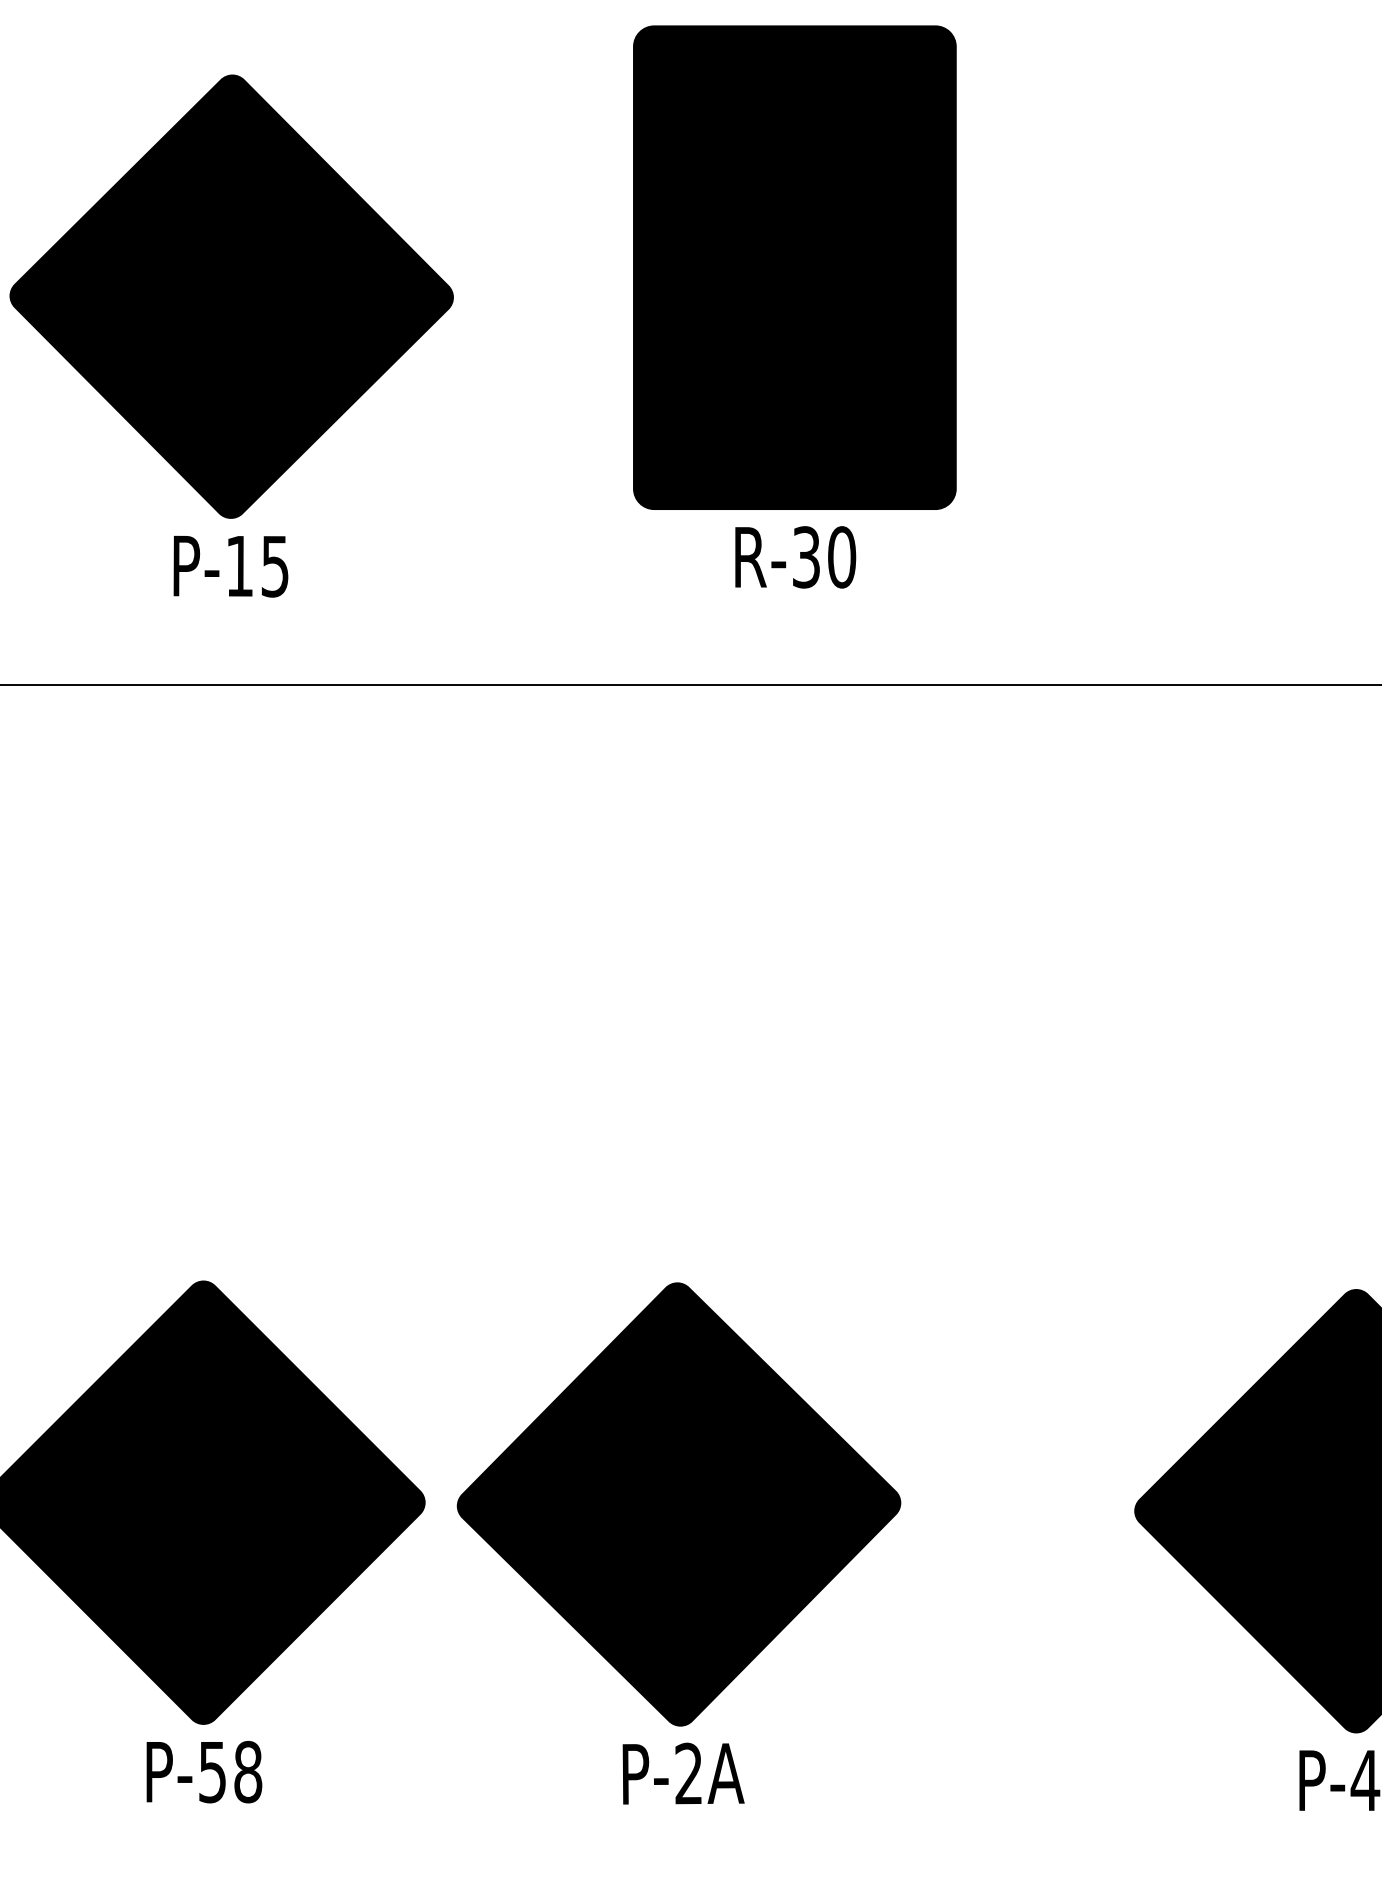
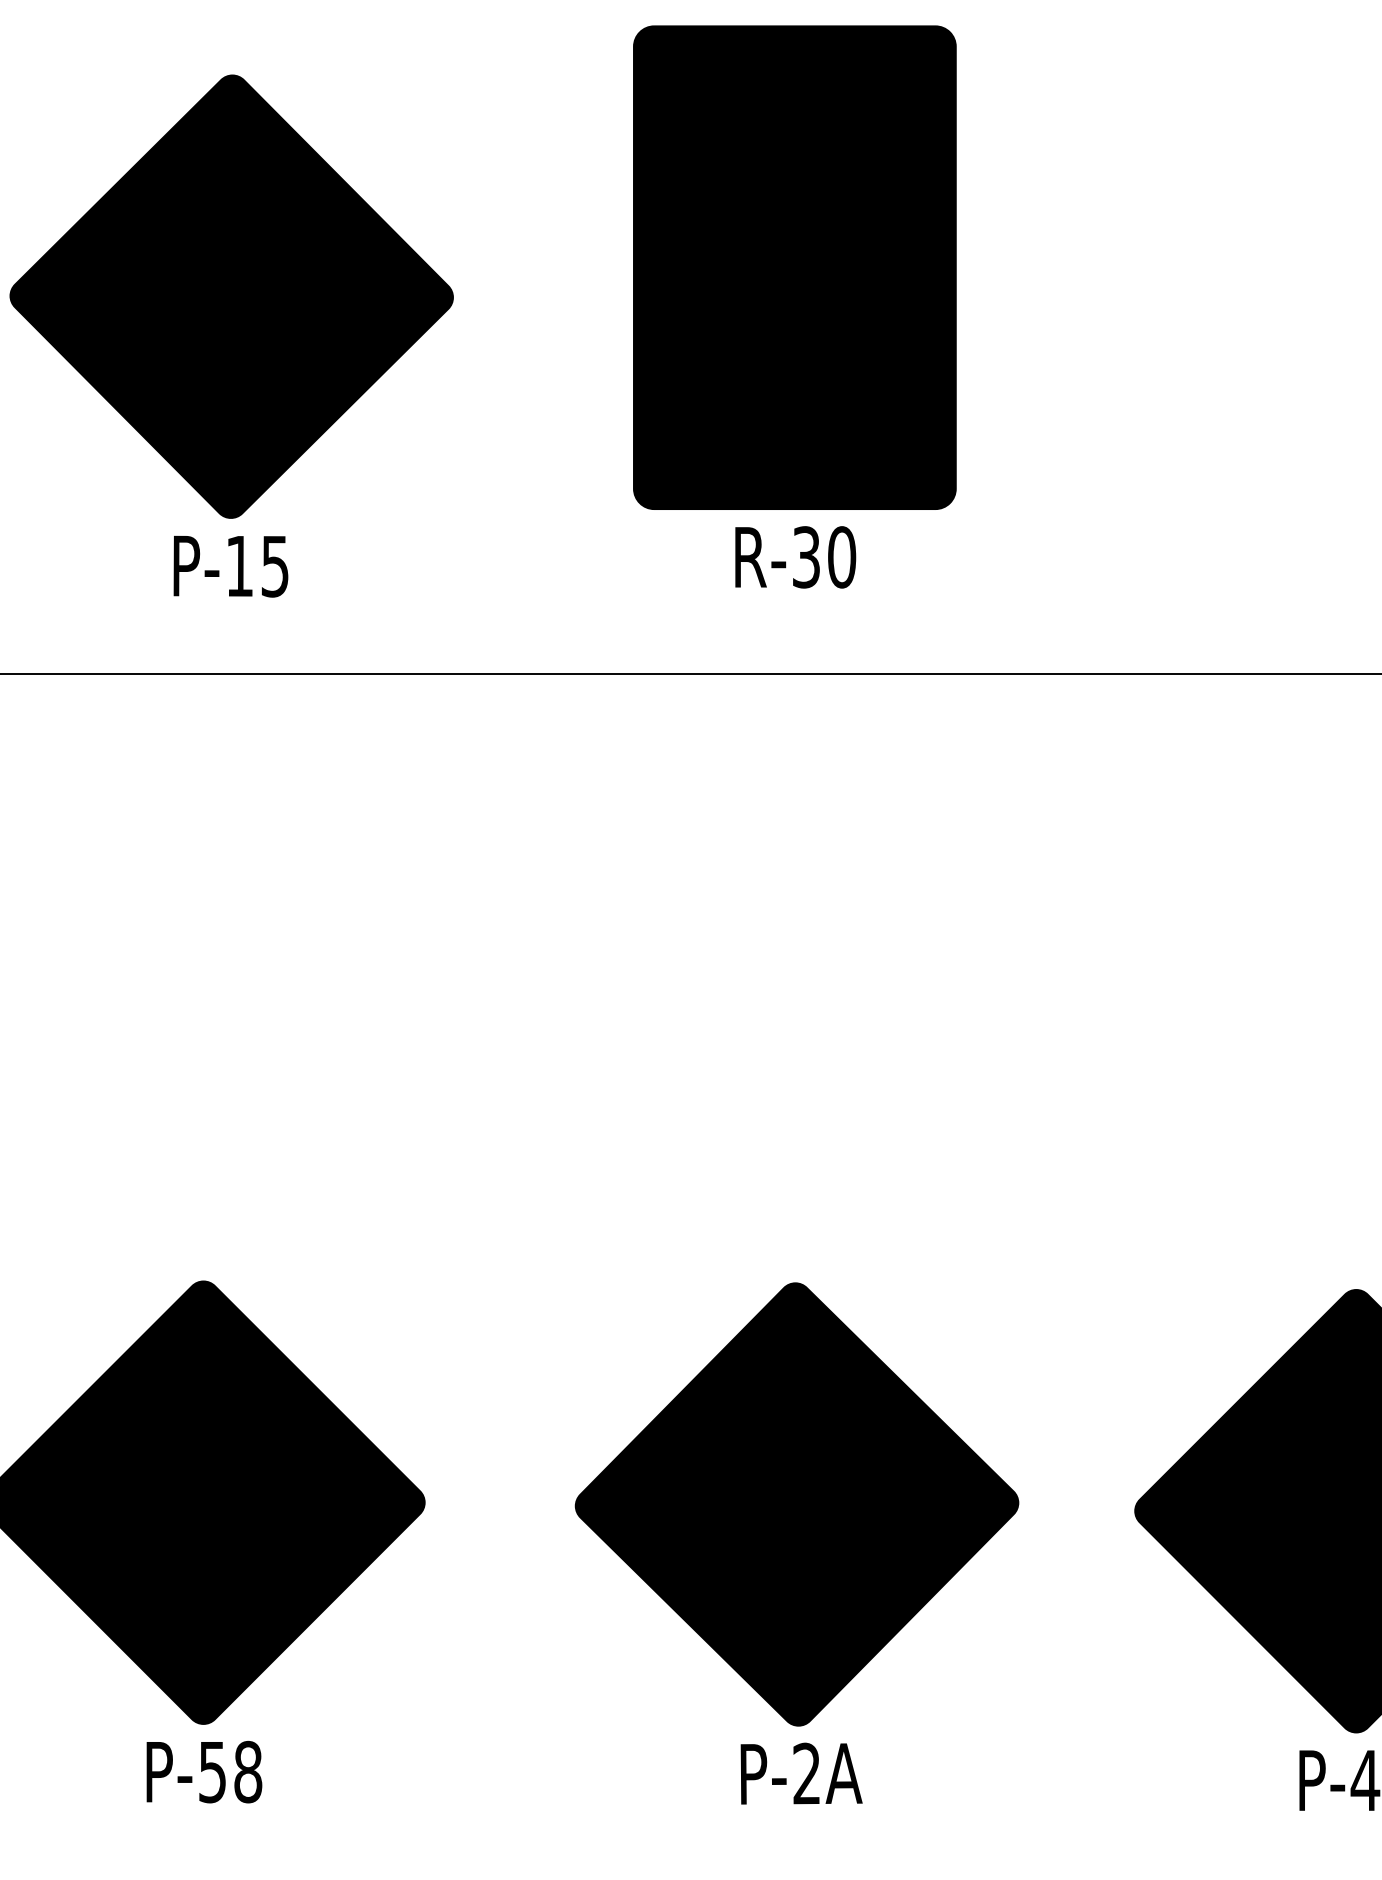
line at (690, 684) position: (690, 684) -> (690, 673)
part at (678, 1543) position: (678, 1543) -> (796, 1543)
